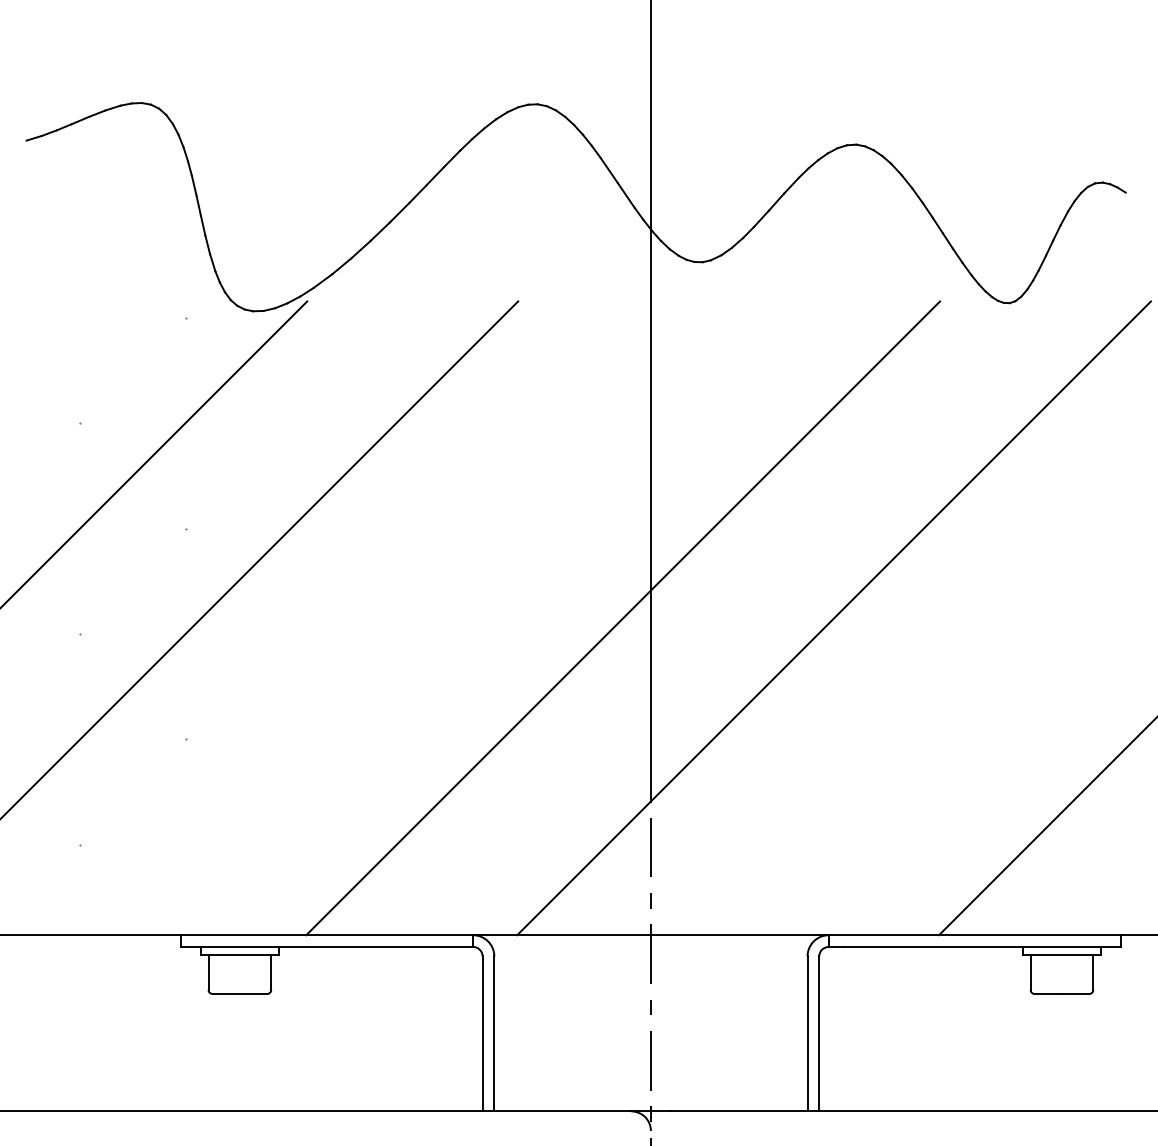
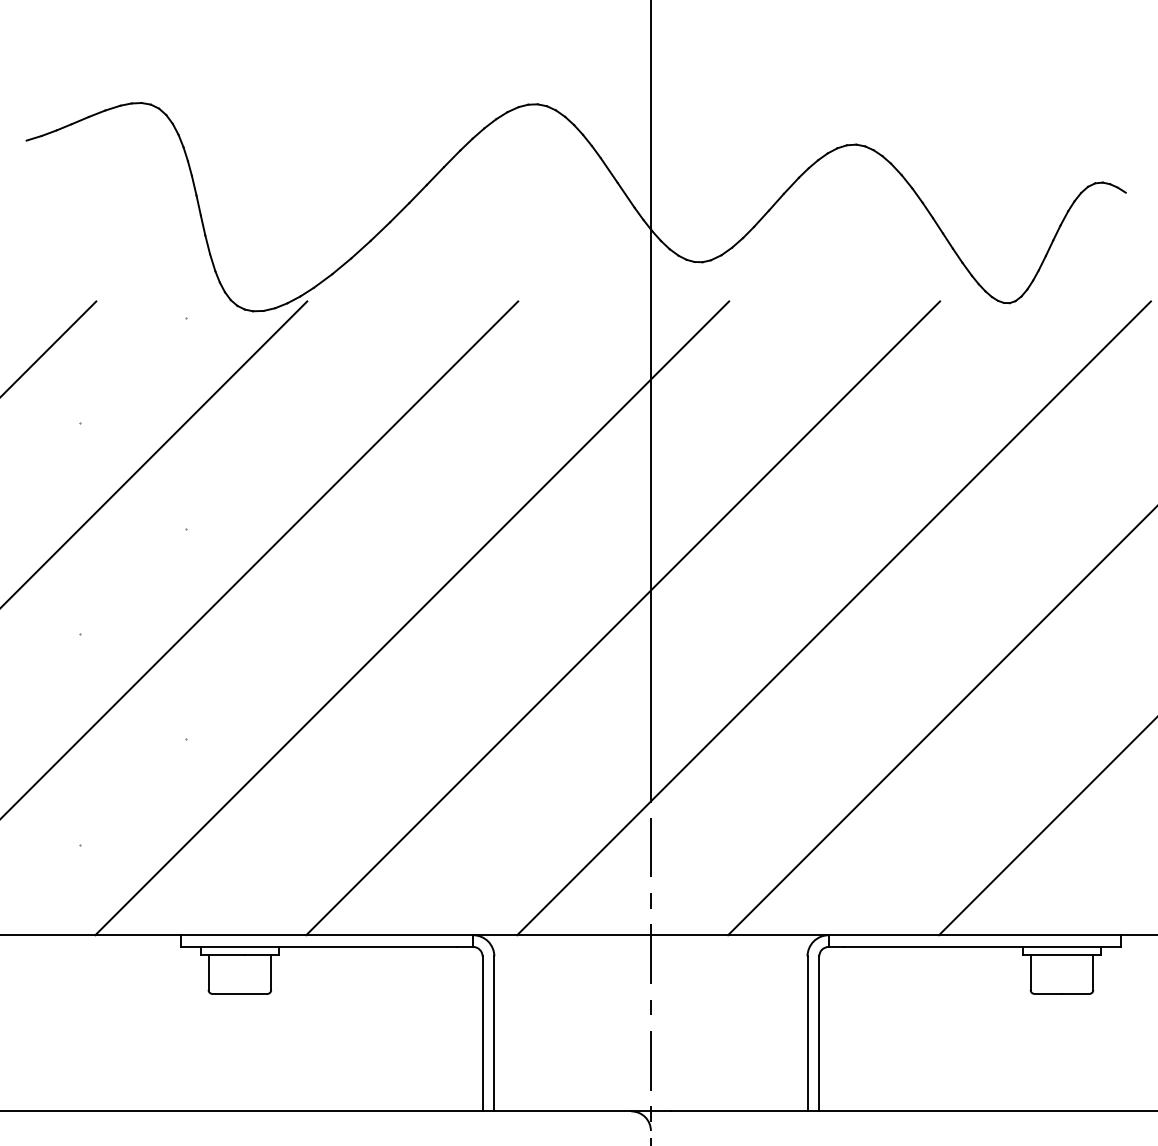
line at (49, 348): none -> present
line at (412, 618): none -> present
line at (941, 721): none -> present
